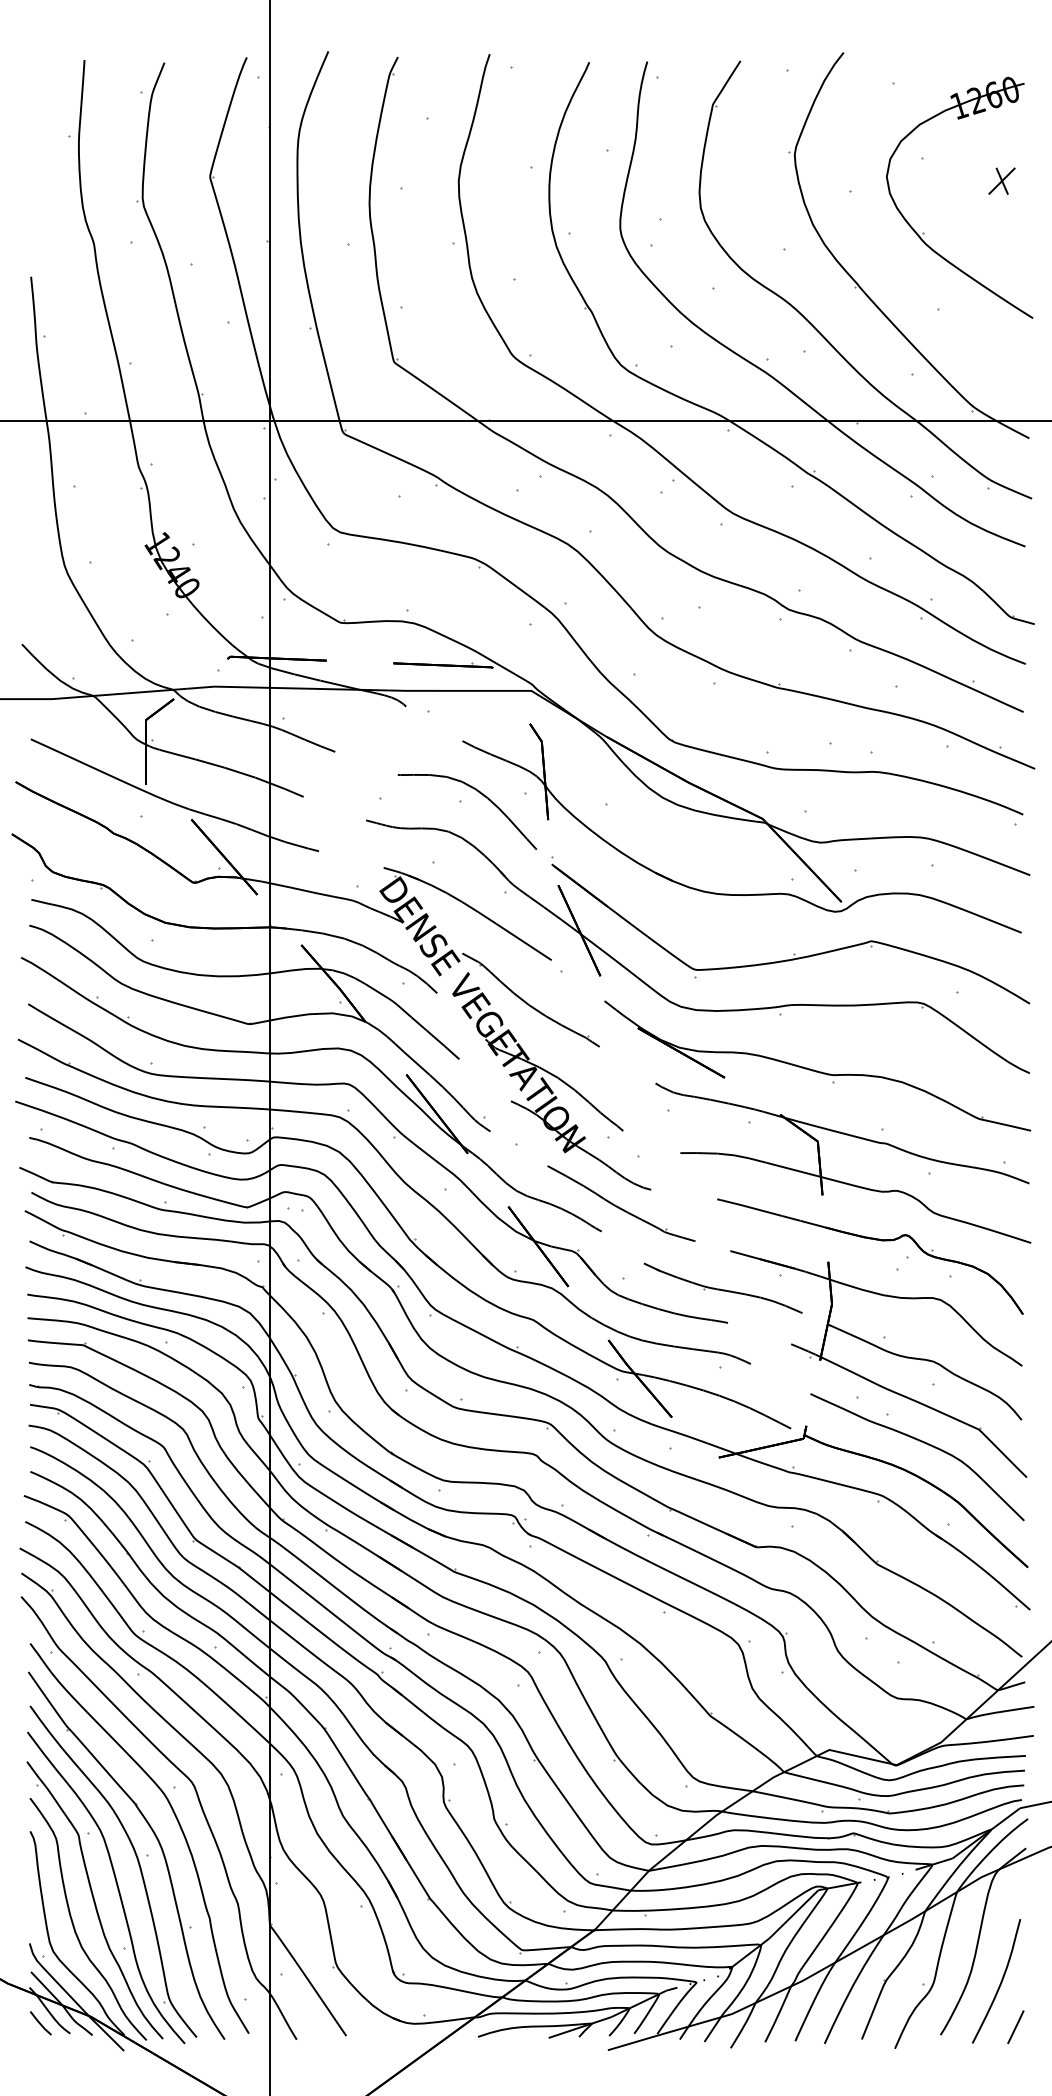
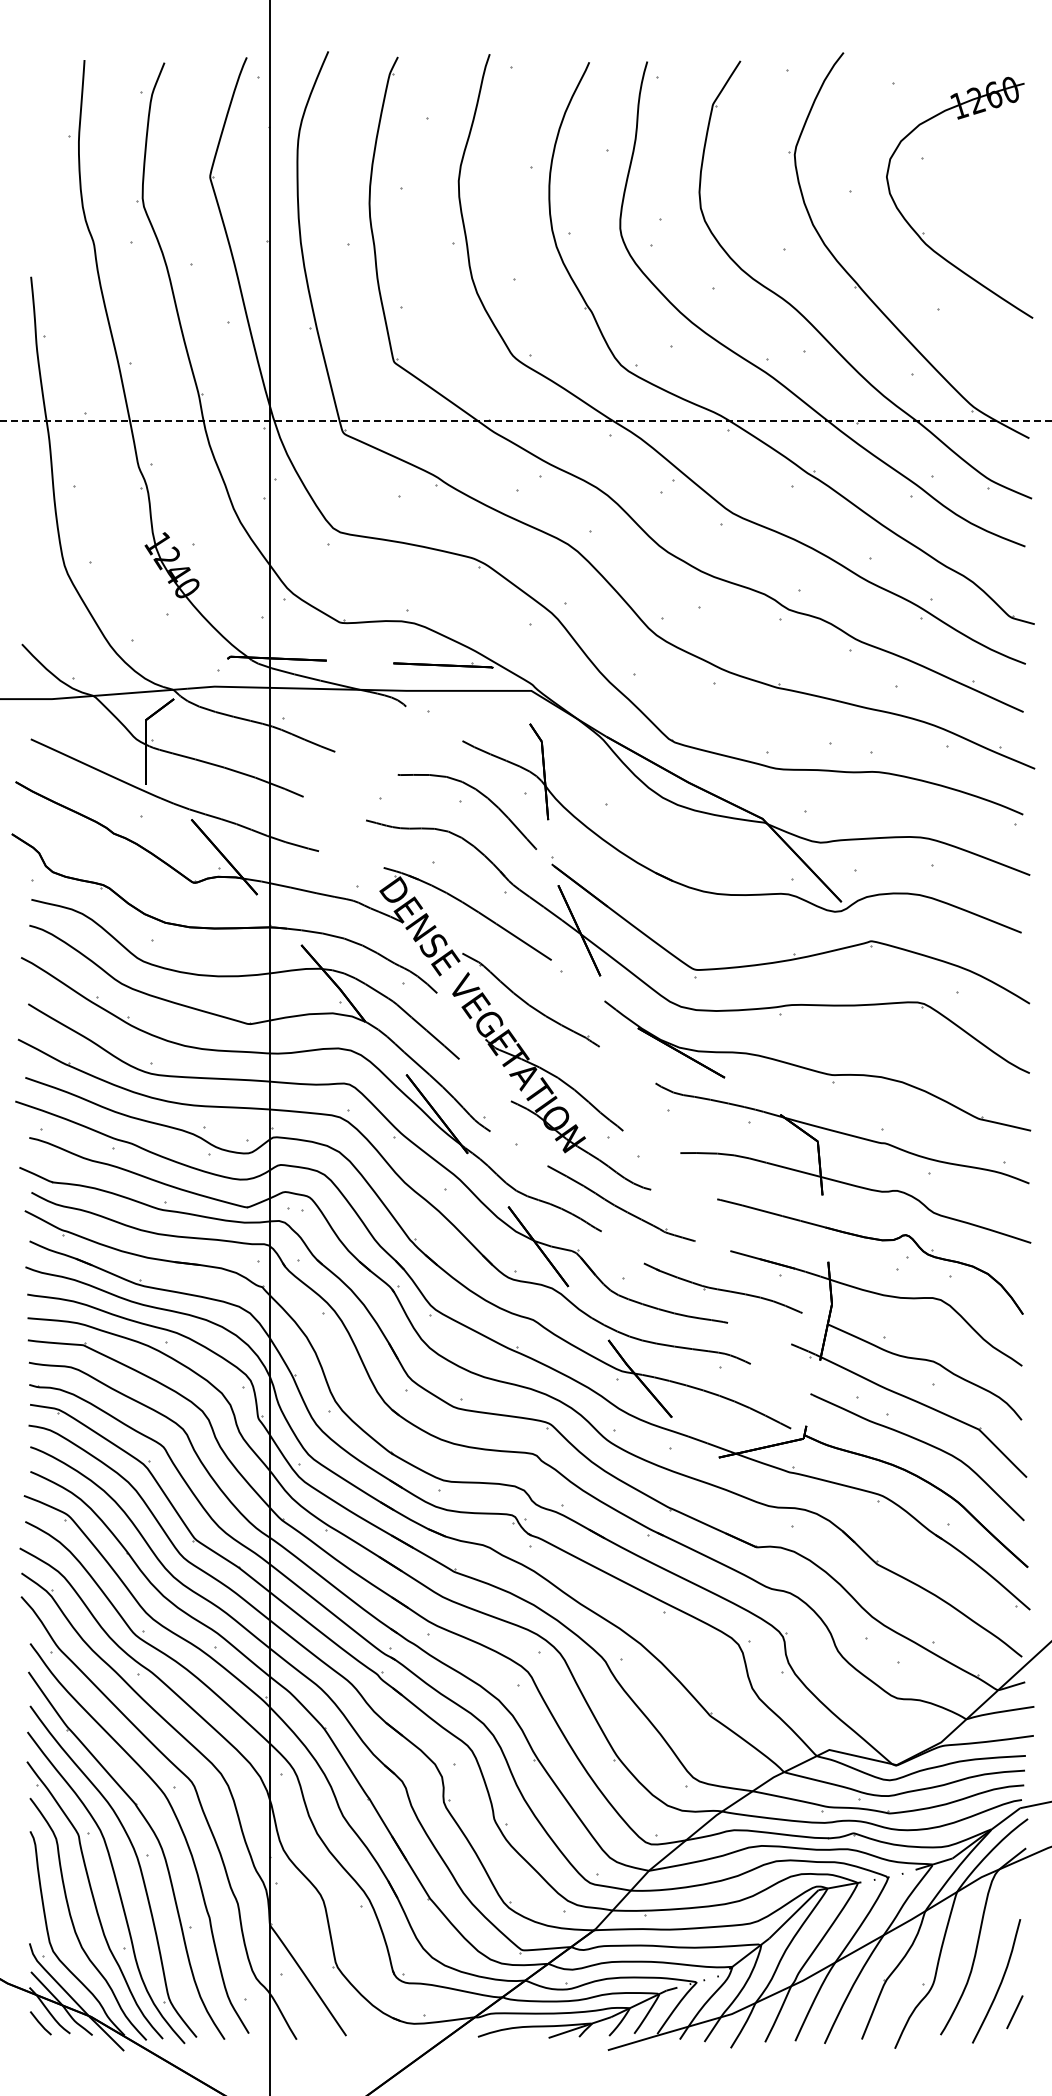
part at (1001, 180): present -> none
line at (526, 420): solid -> dashed
line at (1015, 2027) position: (1015, 2027) -> (1014, 2012)
